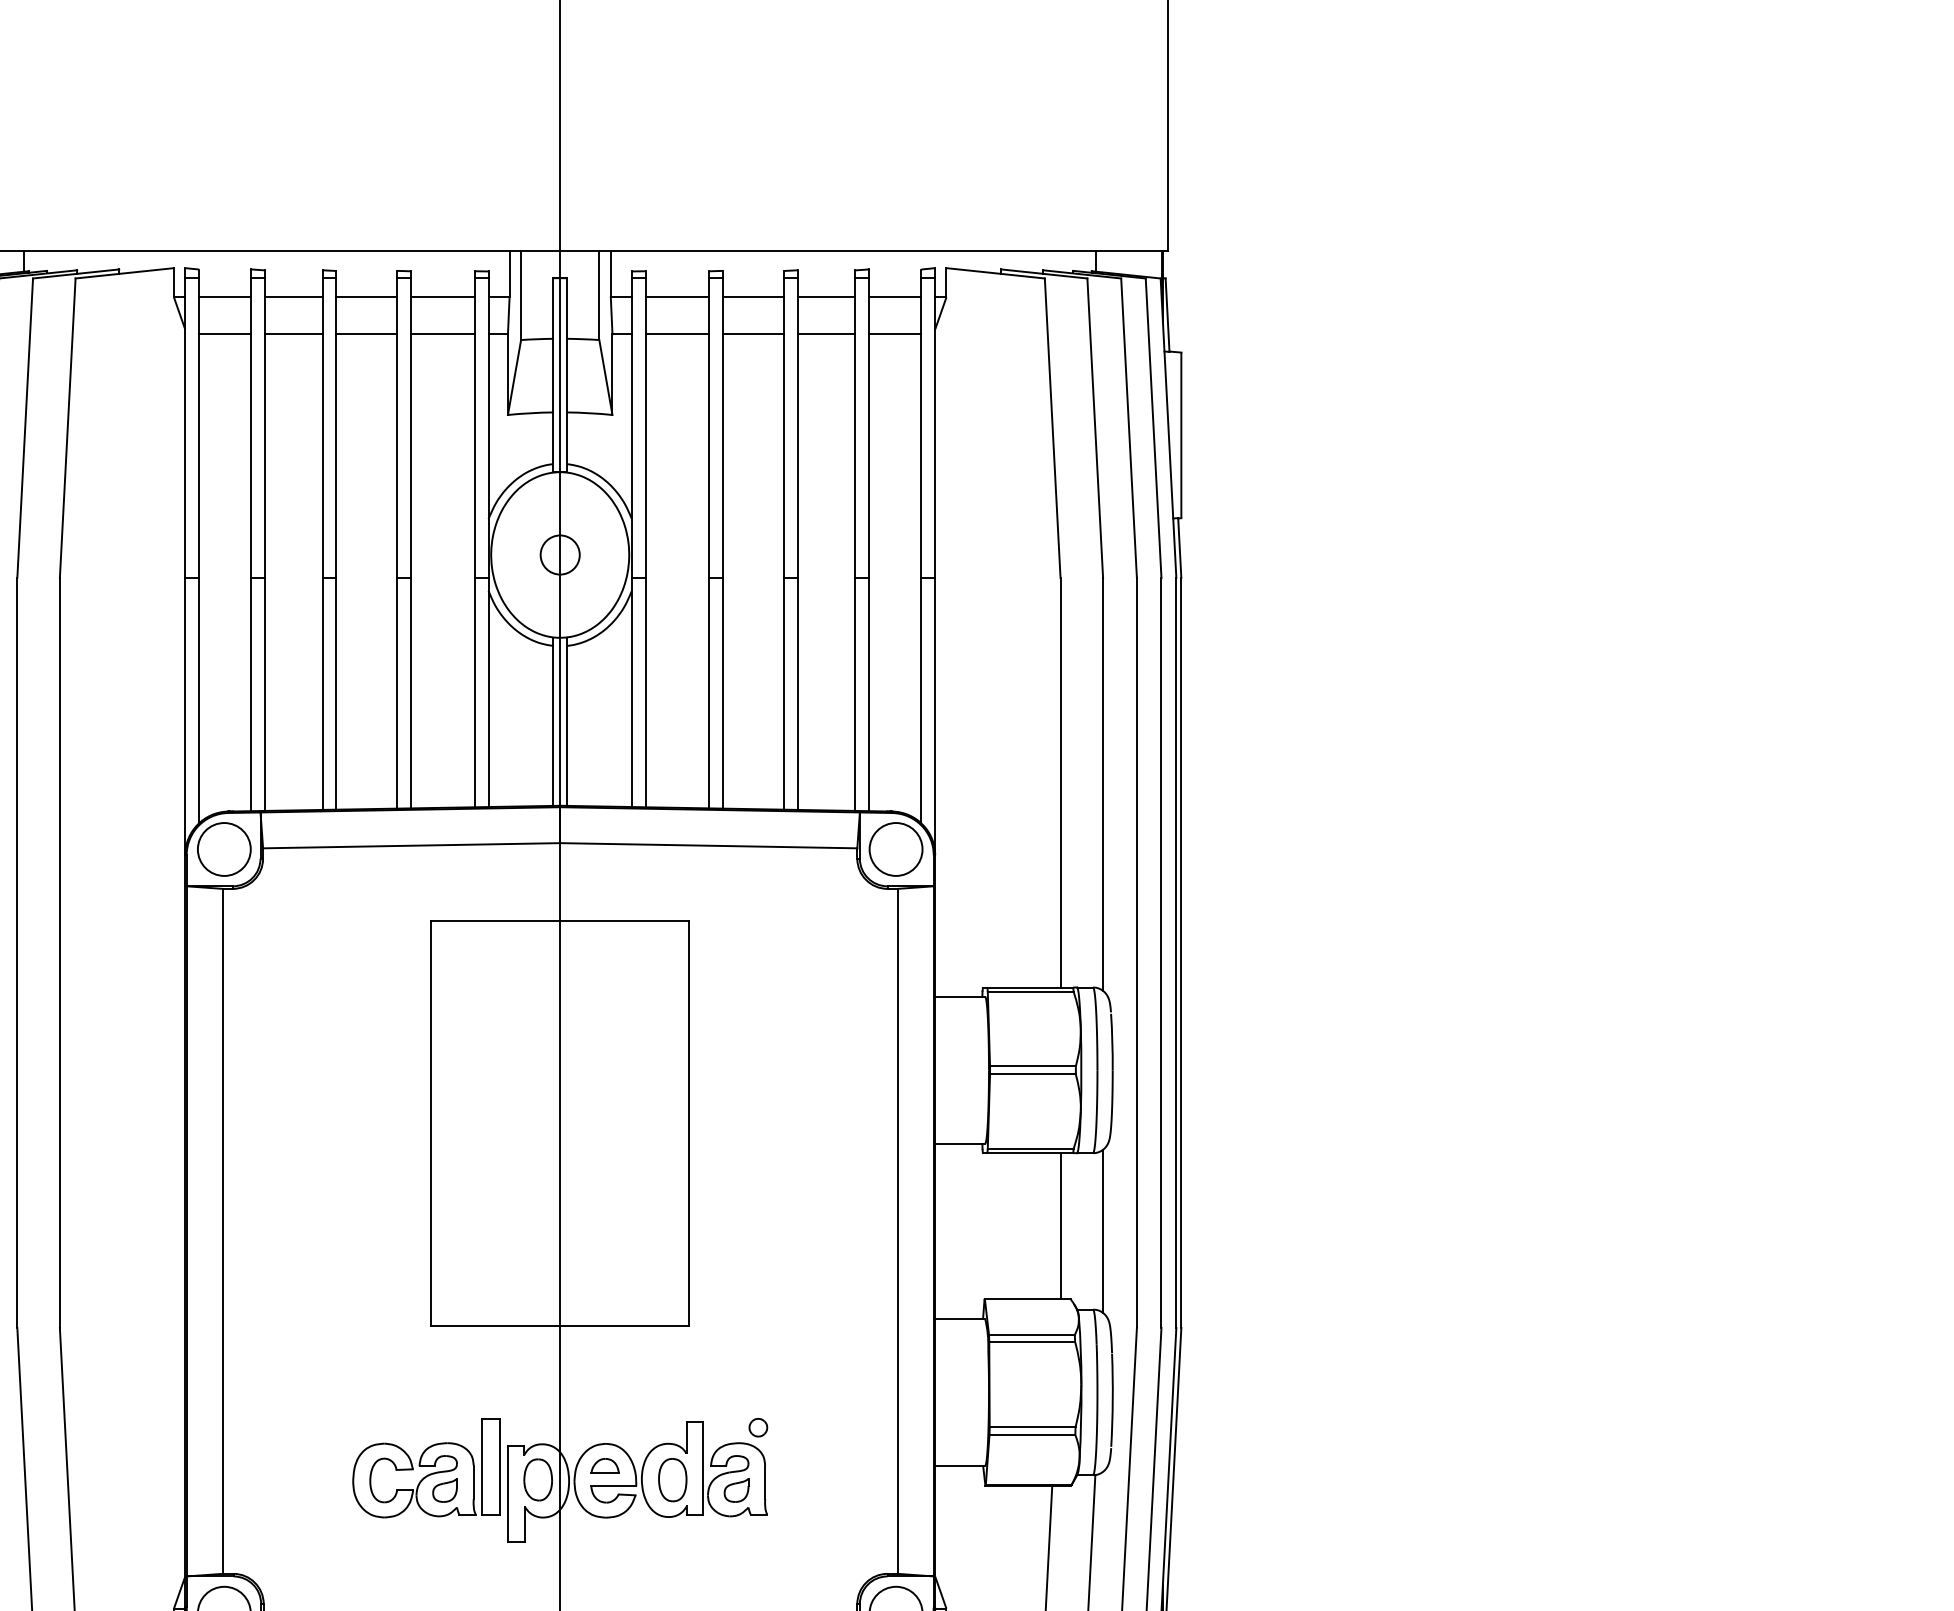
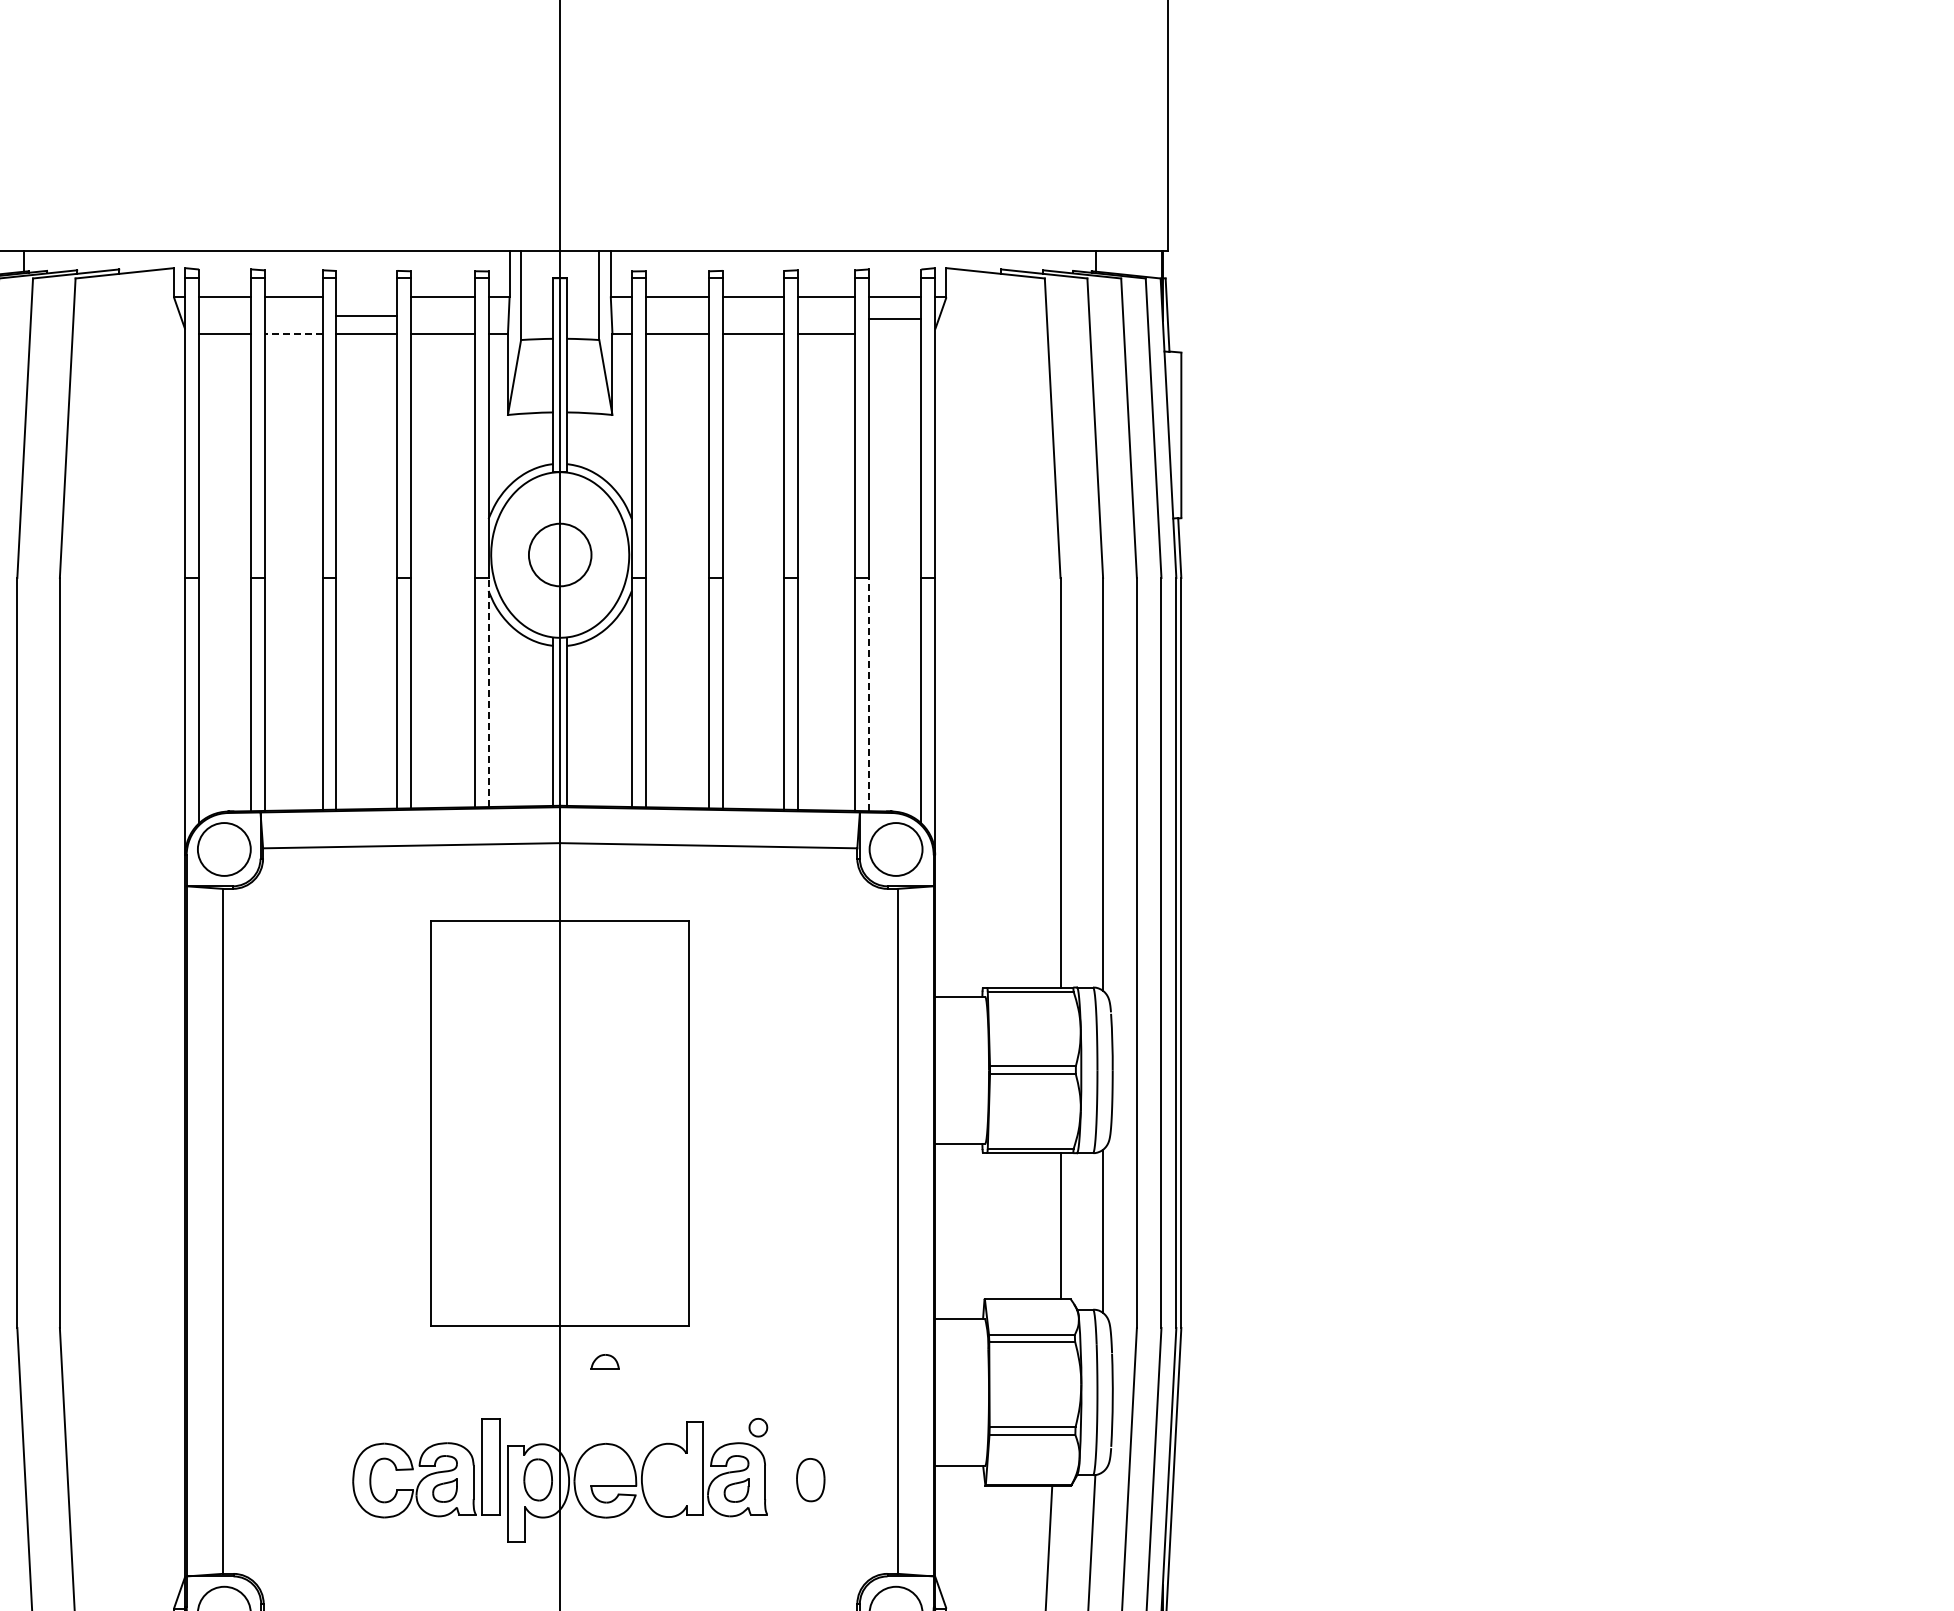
line at (366, 297) position: (366, 297) -> (366, 316)
line at (293, 334): solid -> dashed
line at (894, 334) position: (894, 334) -> (894, 319)
circle at (559, 554) diameter: 39 px -> 63 px
line at (488, 692): solid -> dashed
line at (868, 694): solid -> dashed
part at (604, 1465) position: (604, 1465) -> (604, 1361)
part at (672, 1480) position: (672, 1480) -> (810, 1480)
